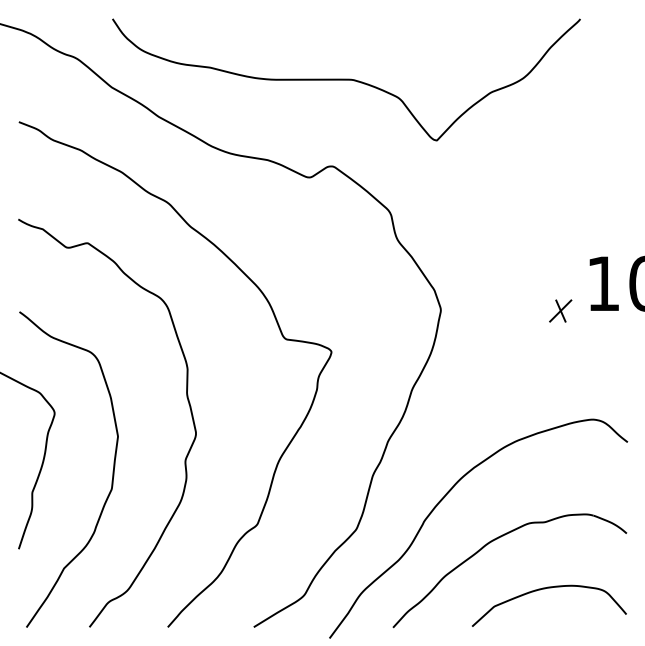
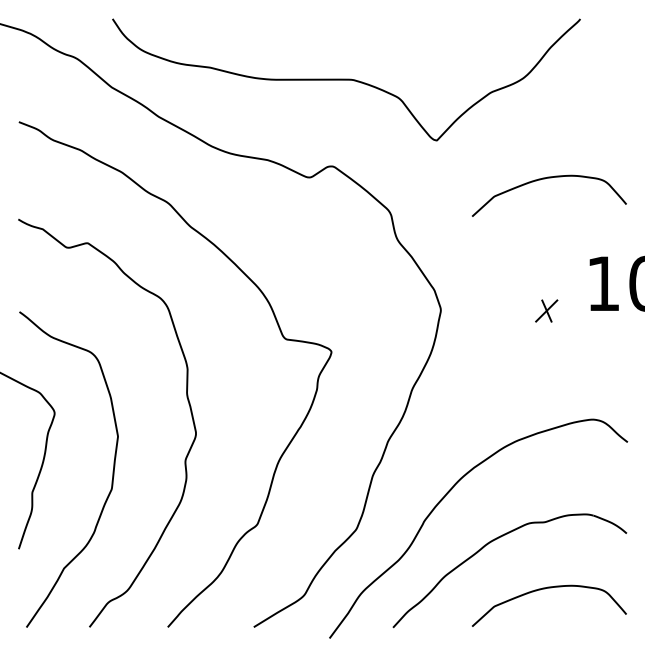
curve at (545, 179): none -> present
part at (560, 310) position: (560, 310) -> (546, 310)
